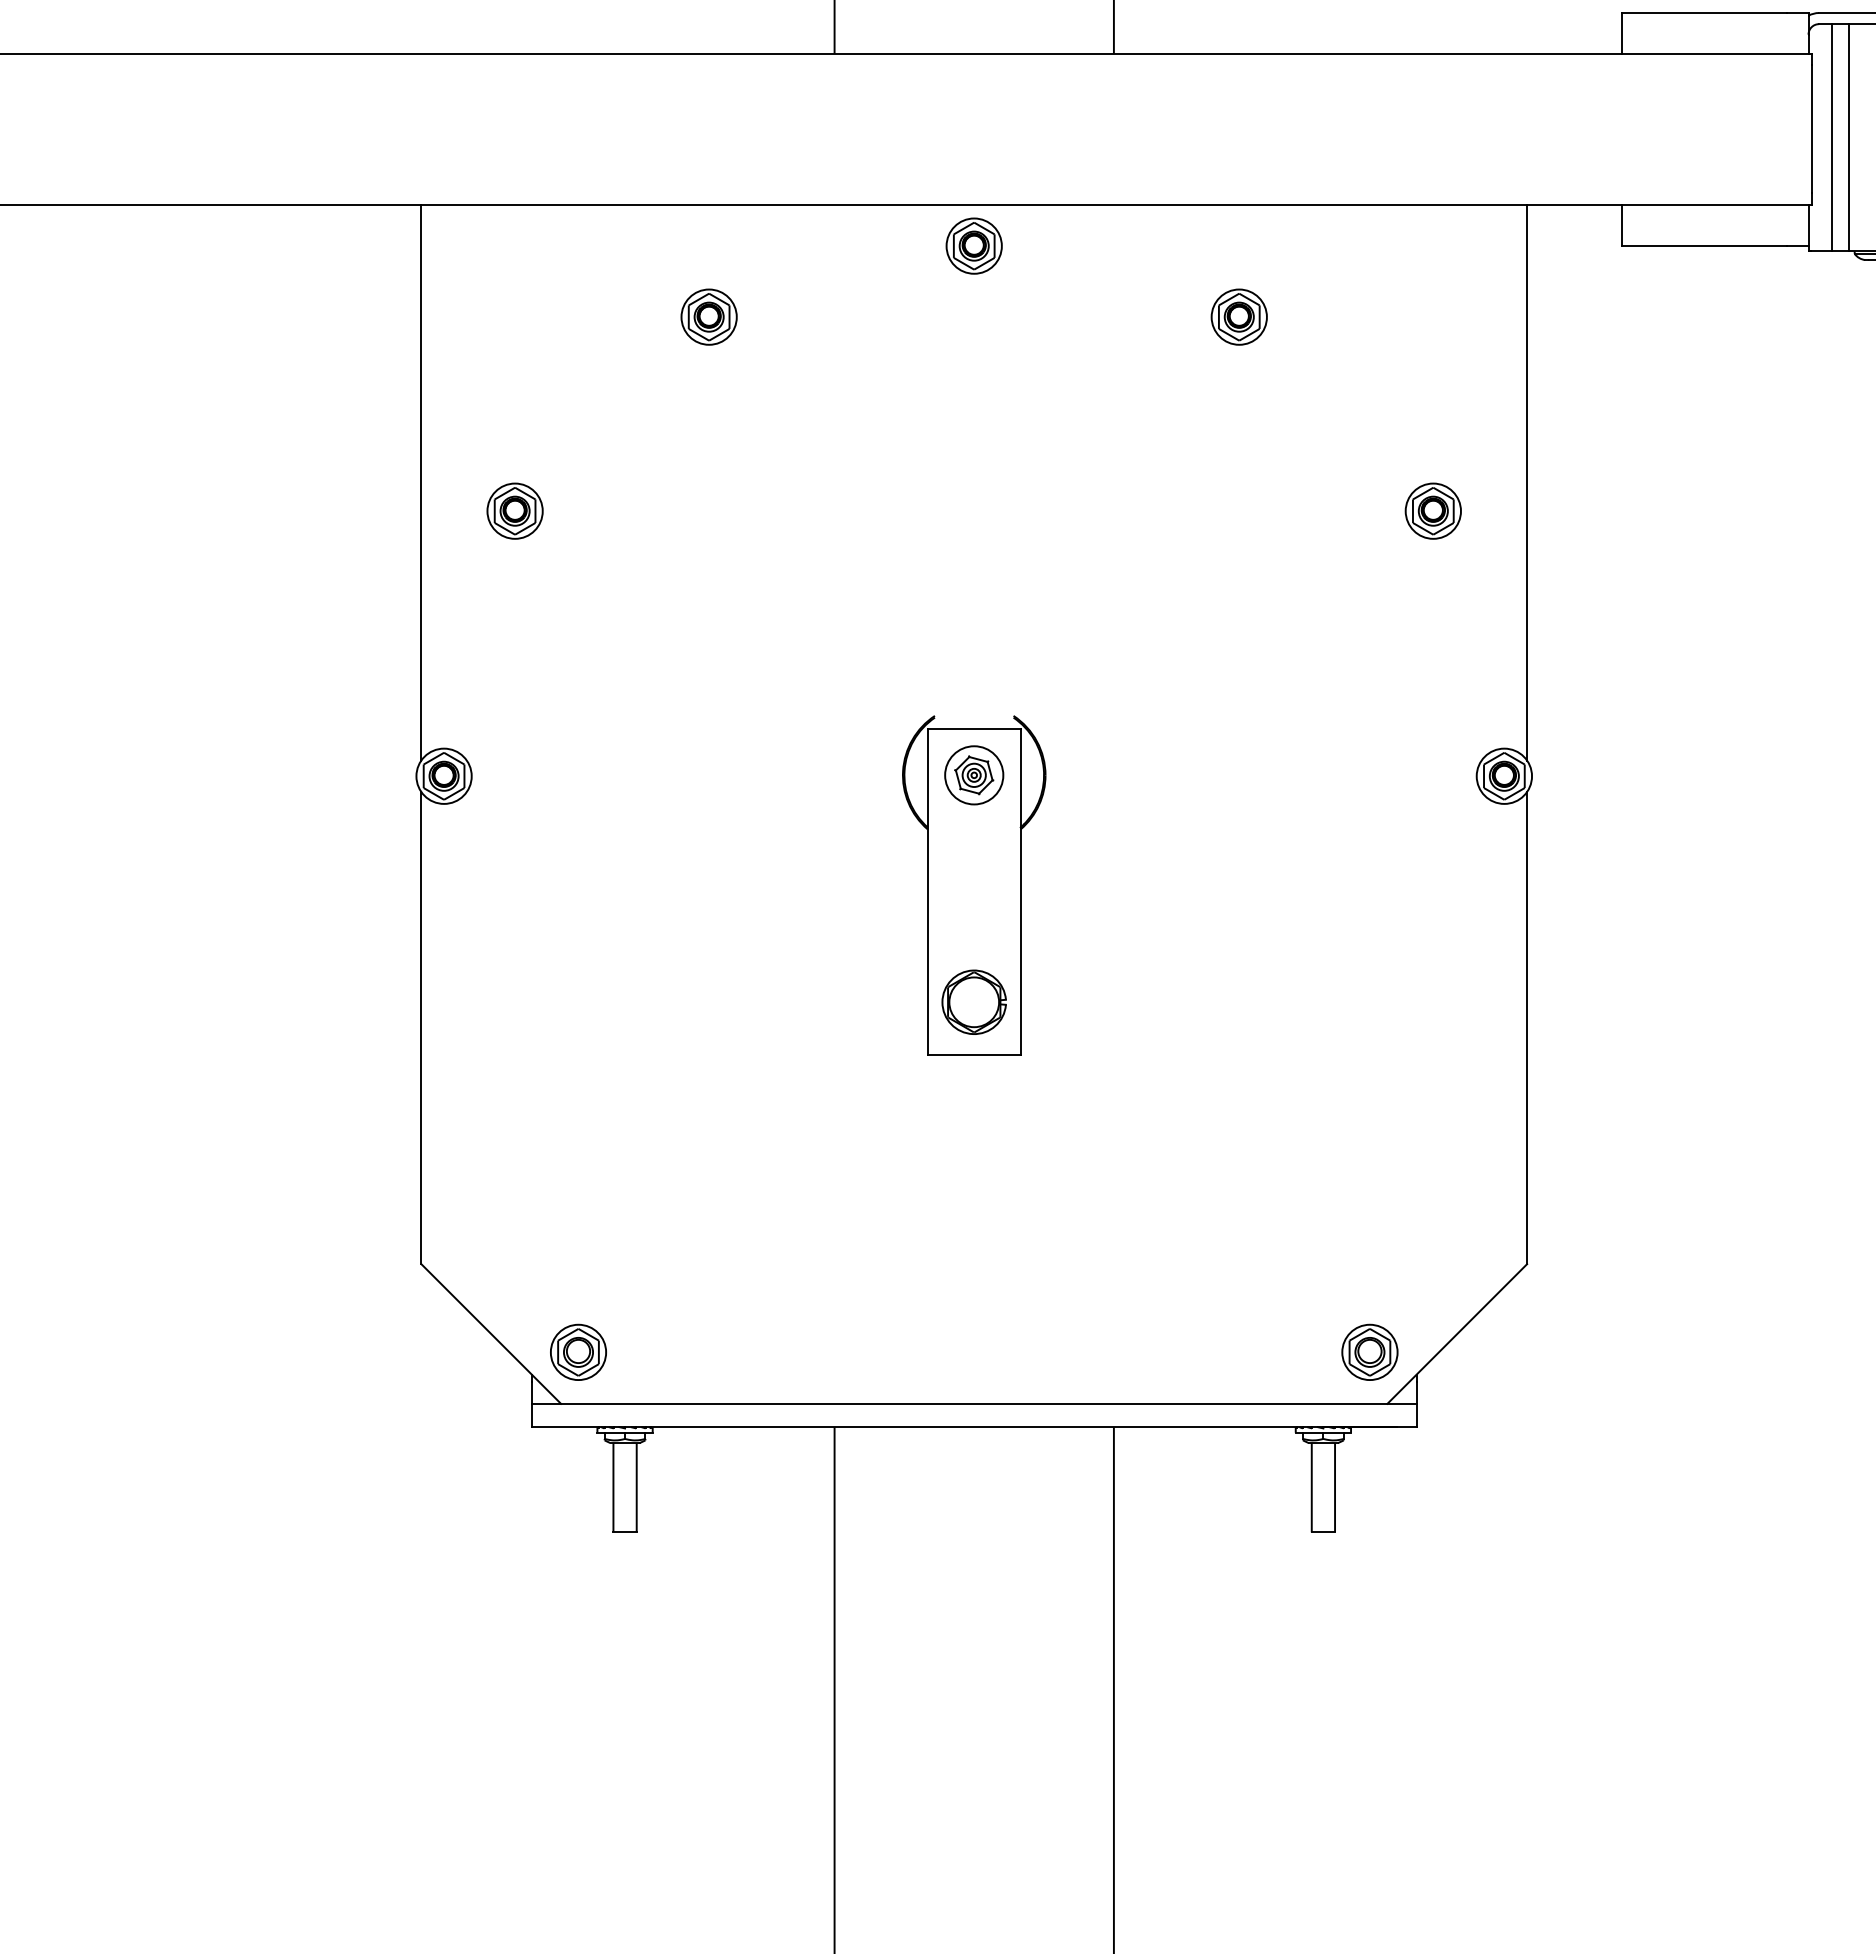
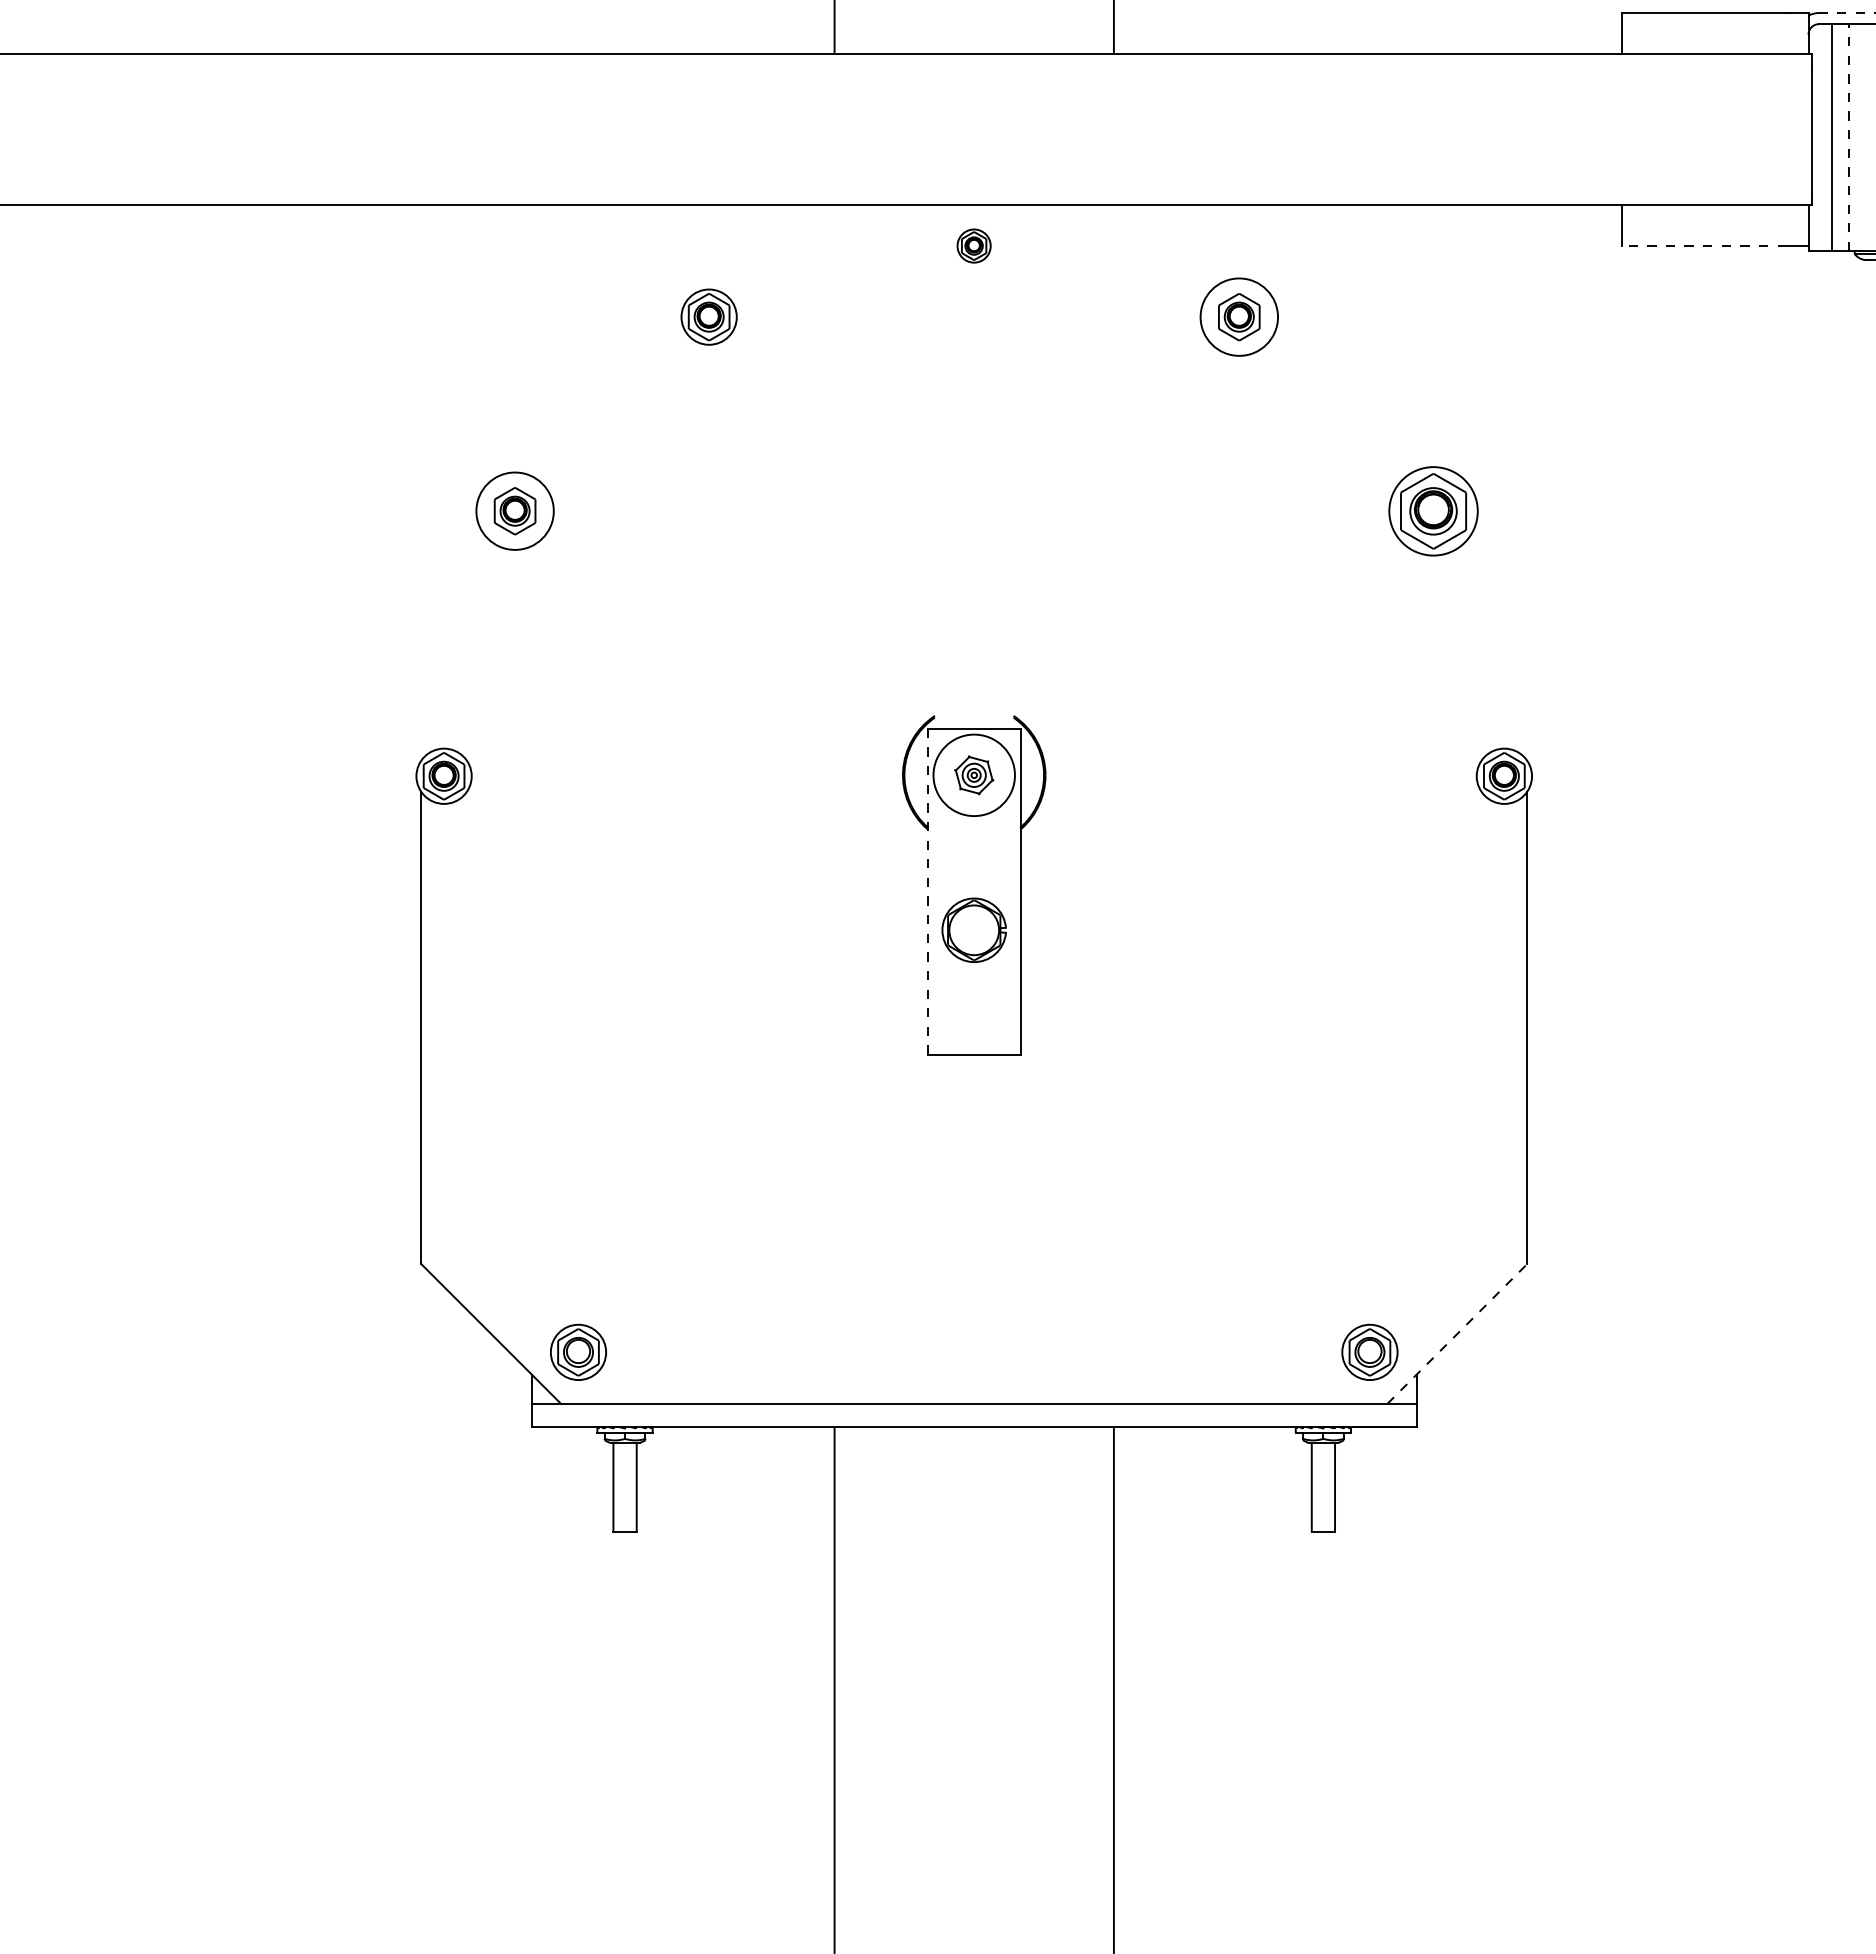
line at (1846, 13): solid -> dashed
line at (1849, 137): solid -> dashed
part at (973, 245) size: 58x58 px -> 36x36 px
line at (1704, 245): solid -> dashed
circle at (1238, 316) diameter: 55 px -> 77 px
line at (421, 482): present -> none
line at (1527, 482): present -> none
circle at (514, 510) diameter: 55 px -> 77 px
part at (1432, 510) size: 58x58 px -> 91x91 px
circle at (974, 775) diameter: 58 px -> 81 px
line at (927, 891): solid -> dashed
part at (973, 1001) position: (973, 1001) -> (973, 929)
line at (1457, 1334): solid -> dashed
